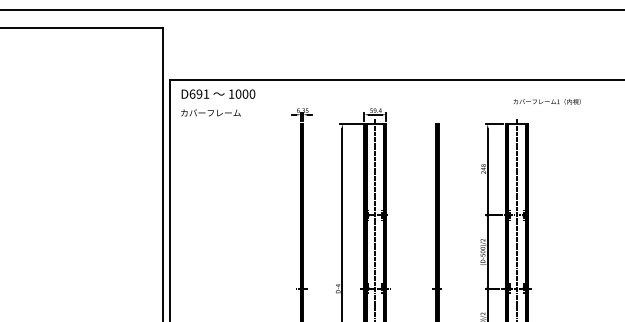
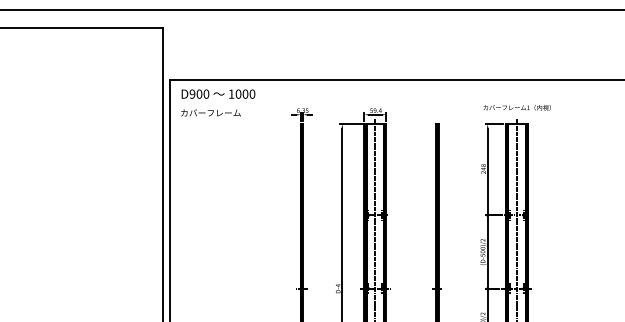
text at (199, 93): D691 -> D900
text at (546, 101) position: (546, 101) -> (516, 107)
